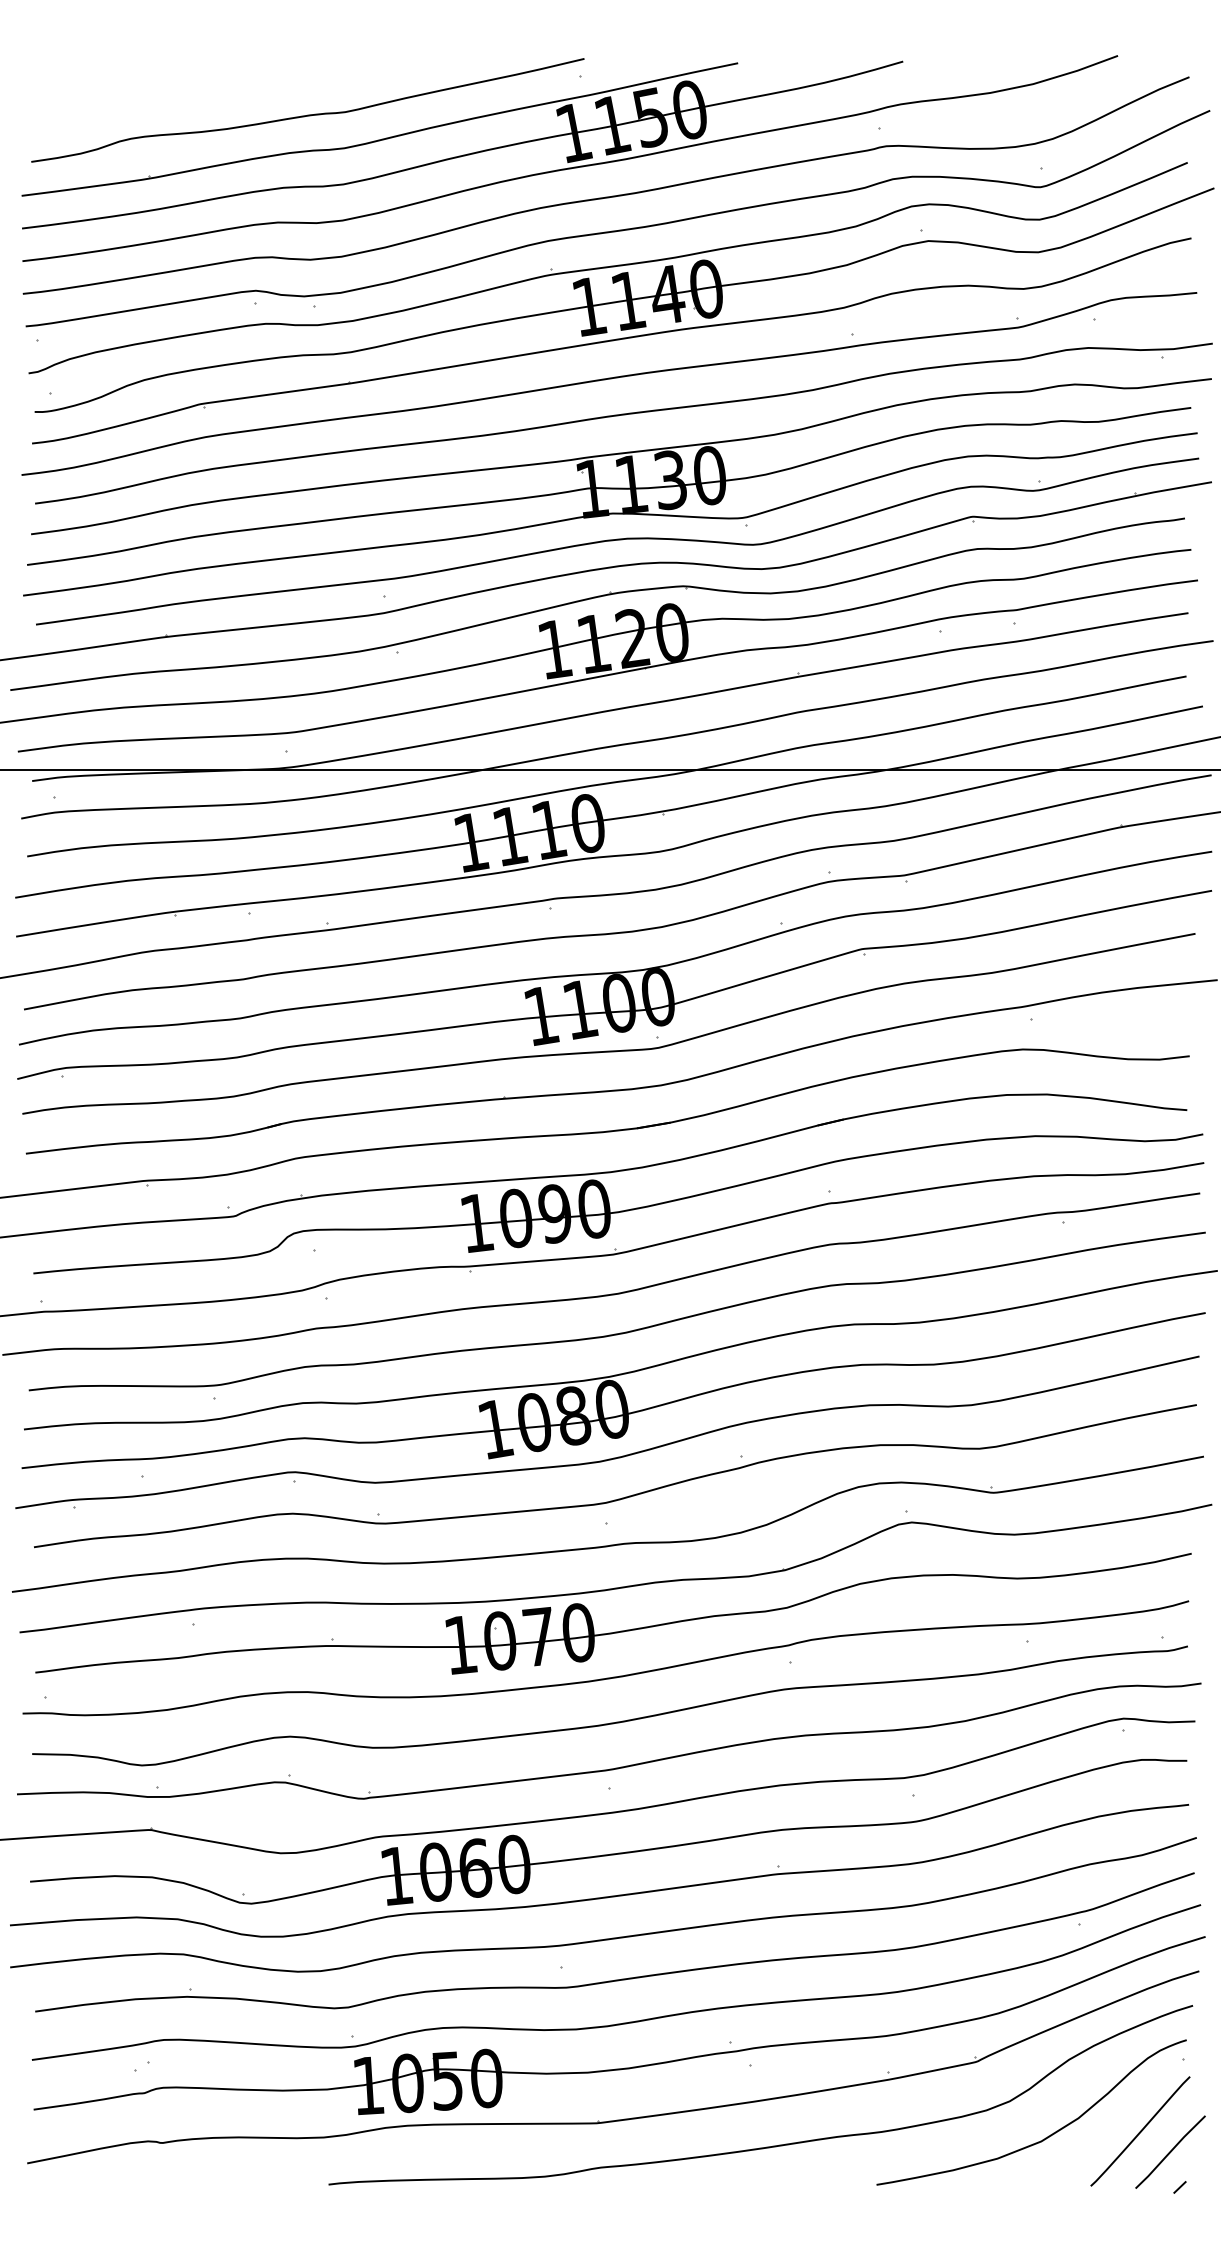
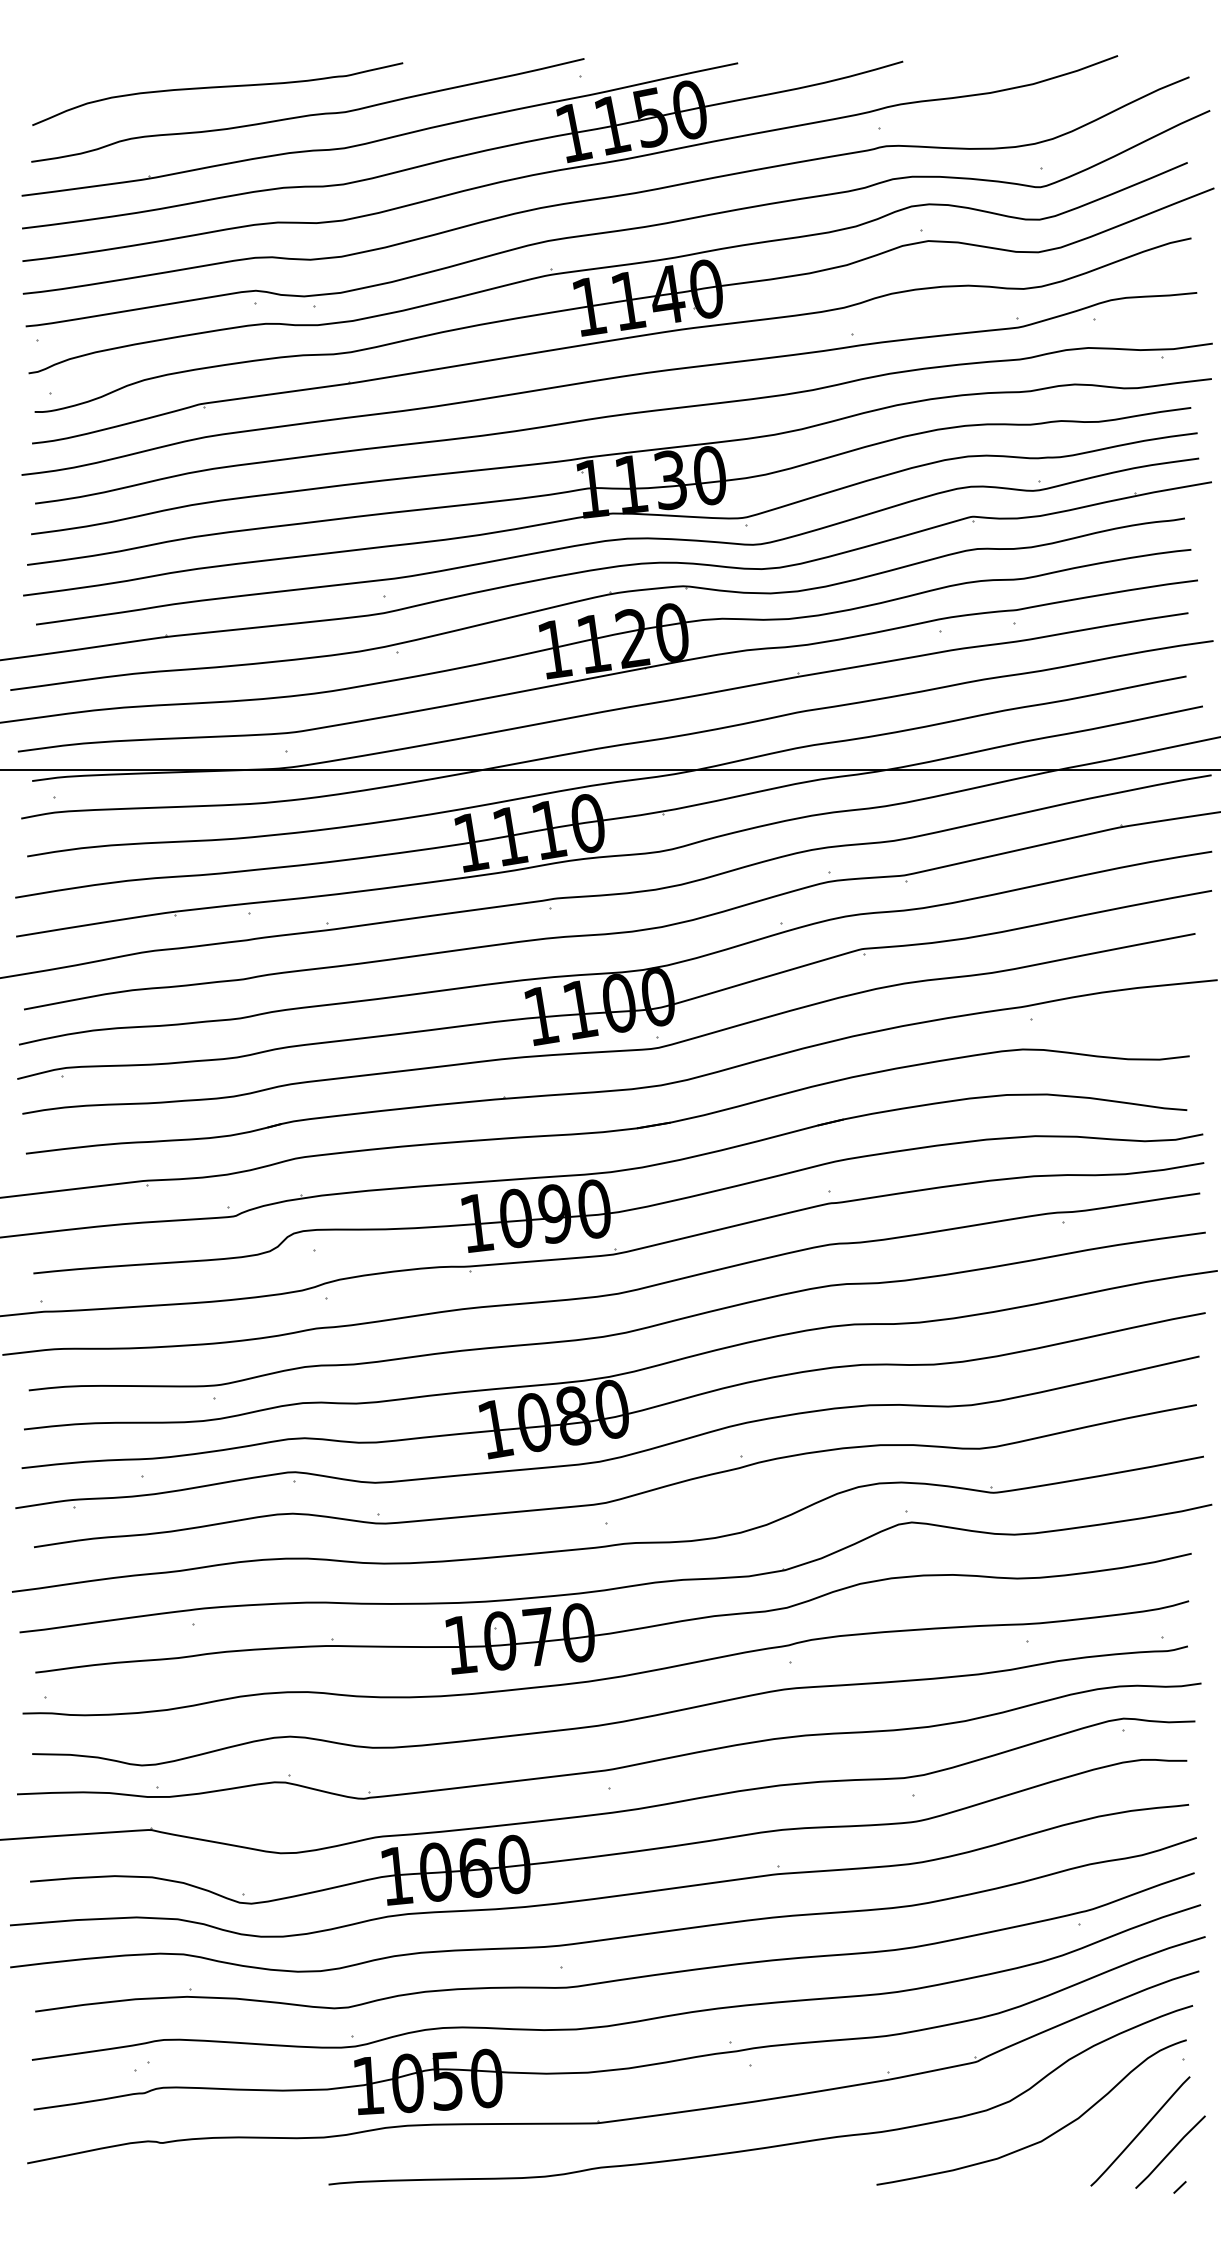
curve at (216, 88): none -> present
